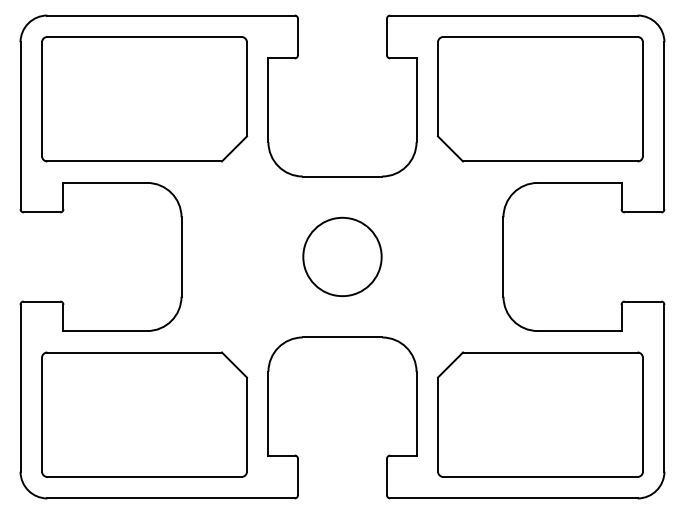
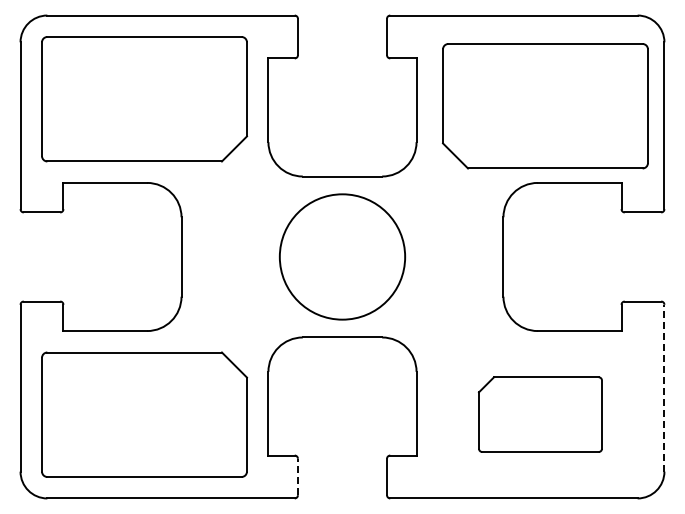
part at (540, 99) position: (540, 99) -> (545, 106)
circle at (342, 256) diameter: 78 px -> 125 px
line at (664, 387): solid -> dashed
part at (540, 414) size: 207x127 px -> 125x77 px
line at (297, 476): solid -> dashed
